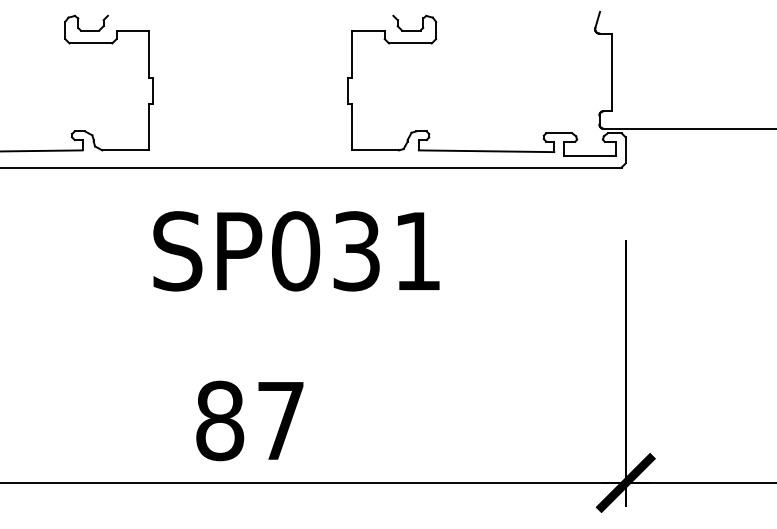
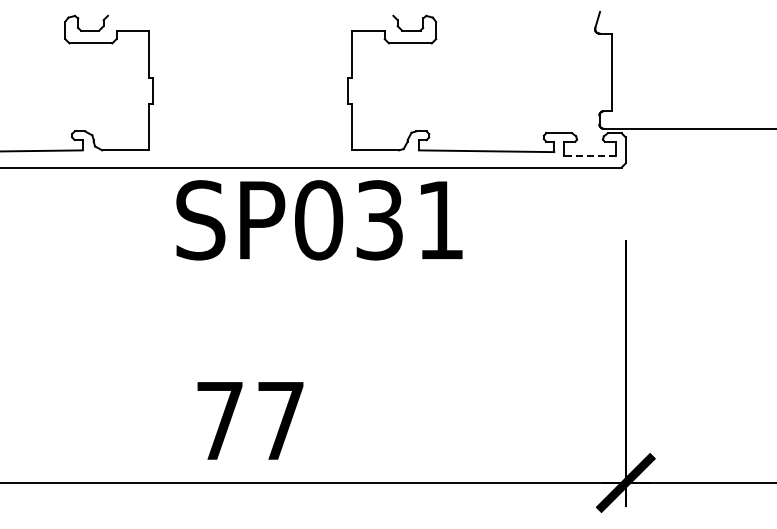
line at (590, 156): solid -> dashed
text at (296, 251) position: (296, 251) -> (319, 220)
text at (220, 420): 87 -> 77
